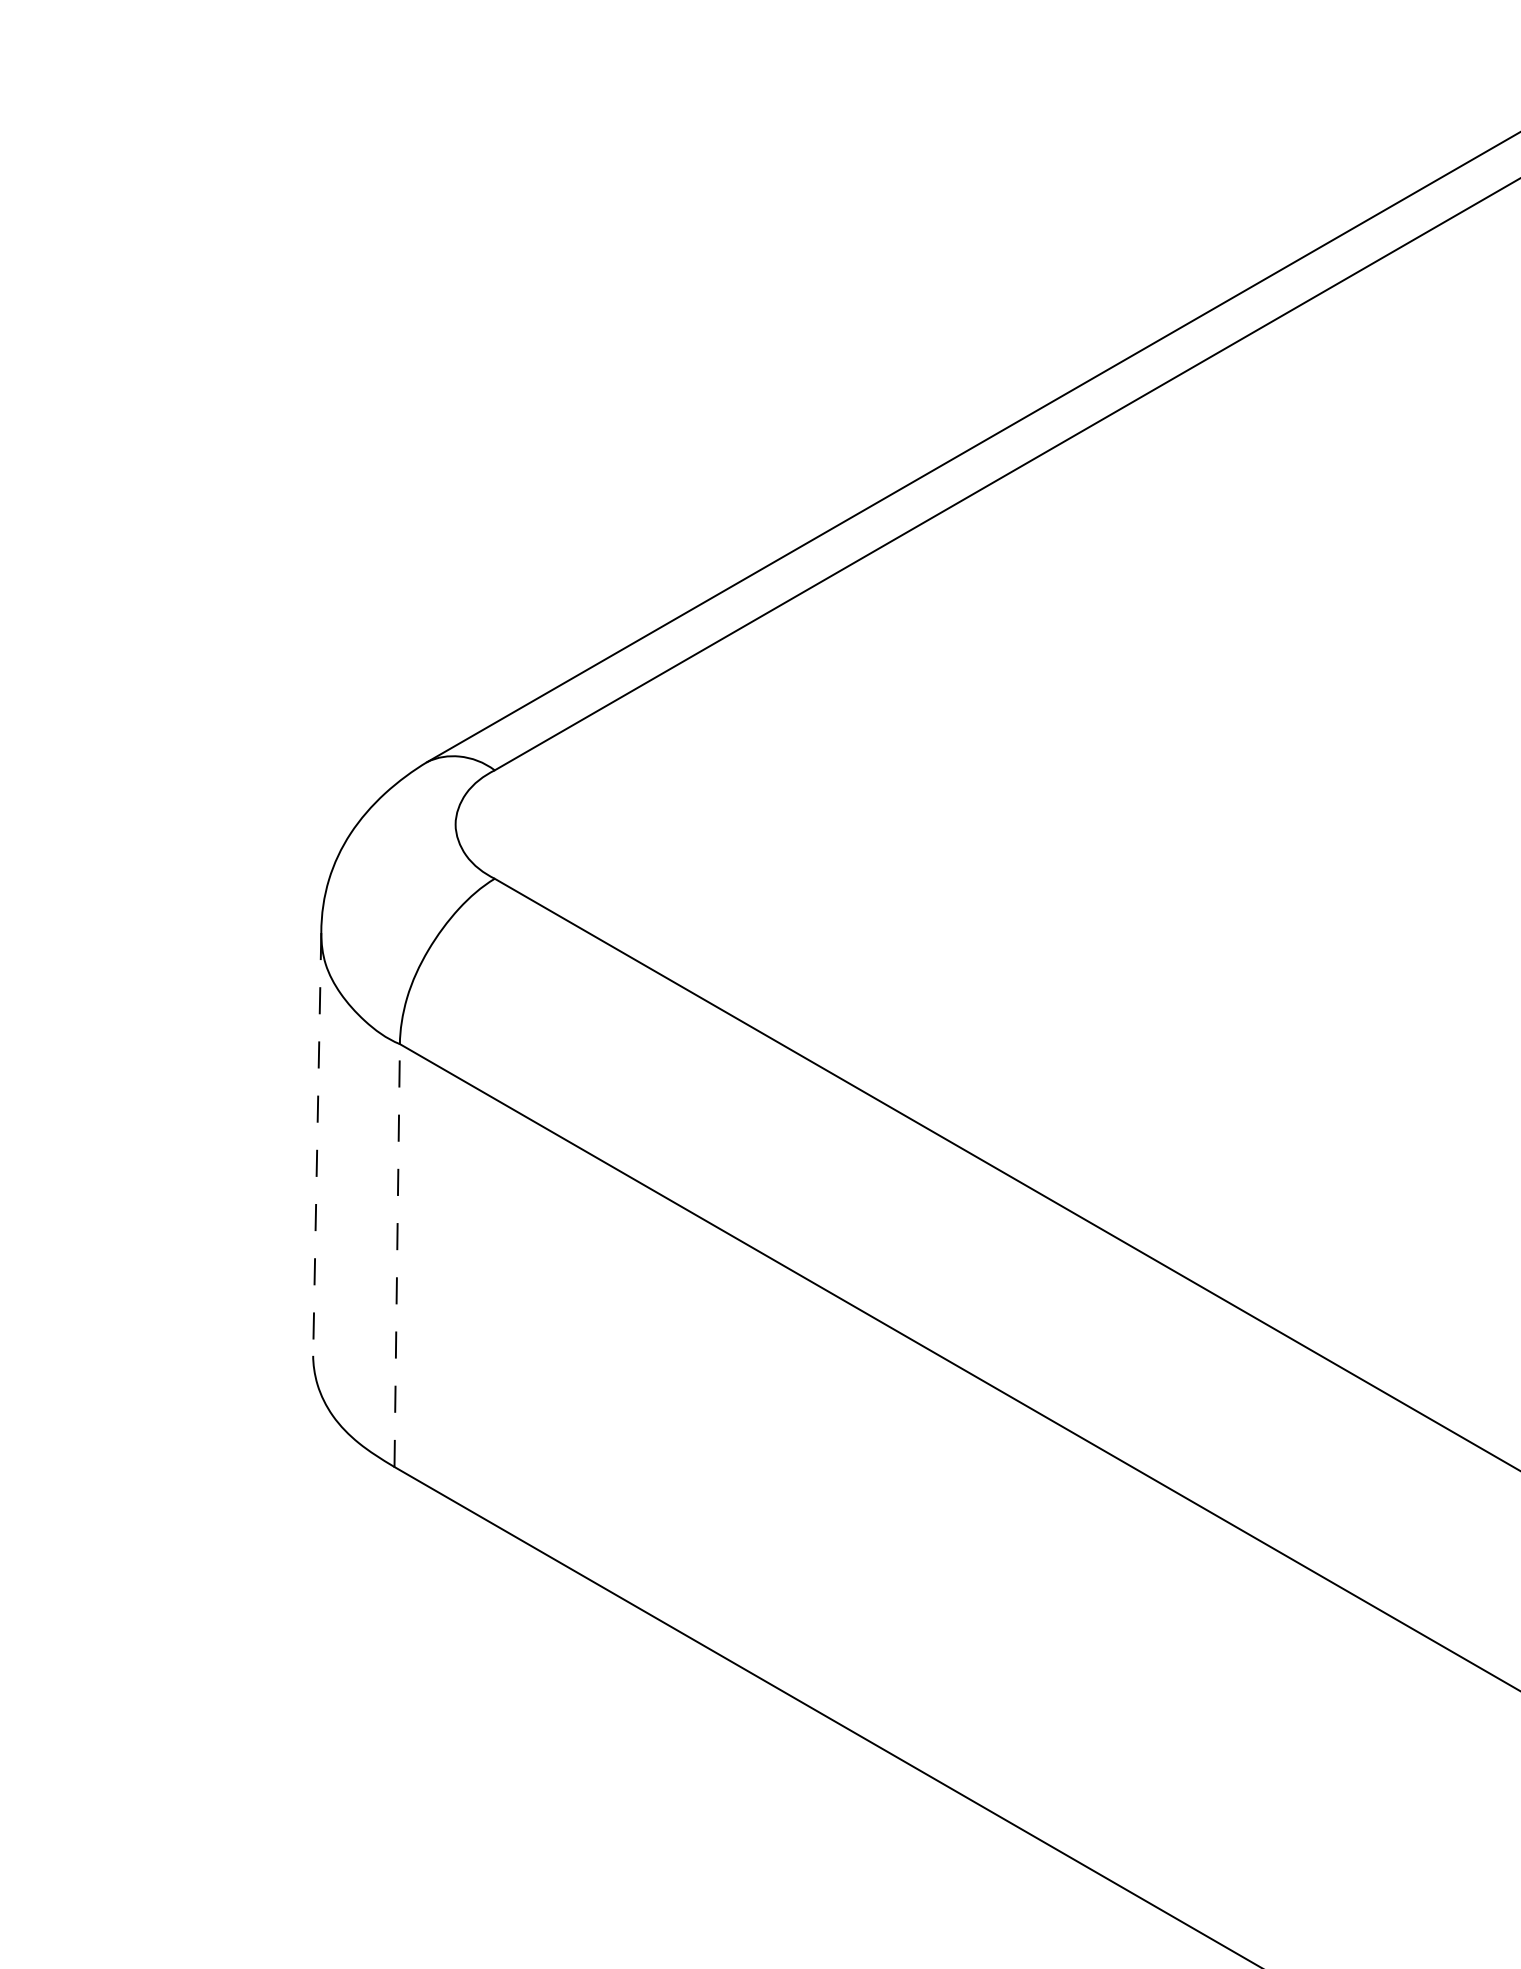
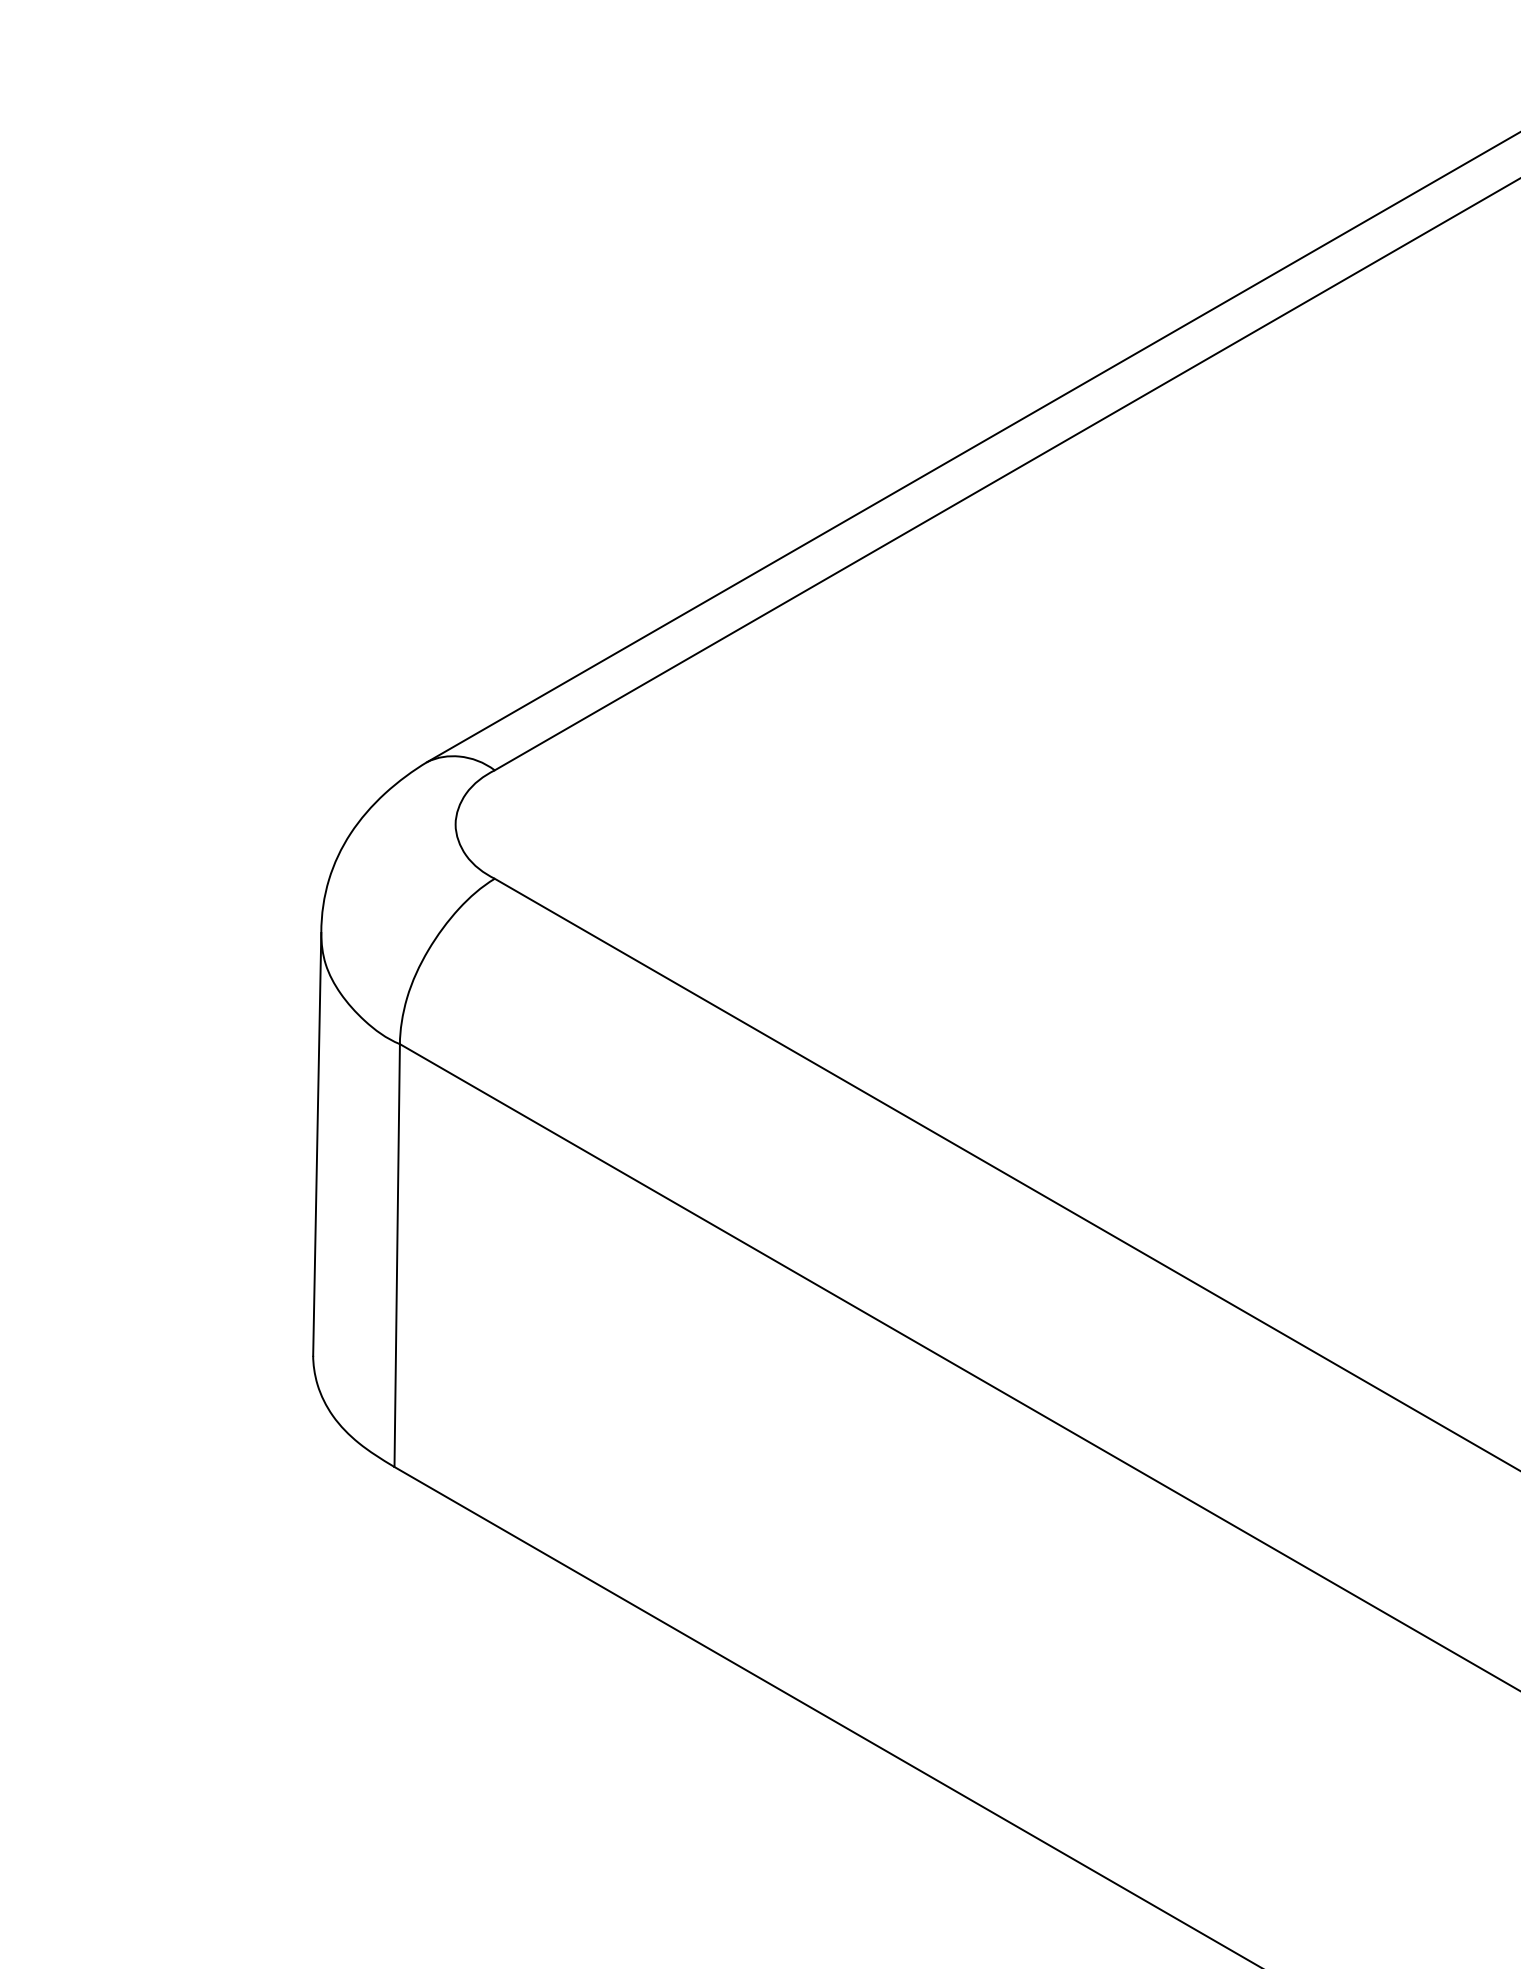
line at (317, 1144): dashed -> solid
line at (397, 1255): dashed -> solid
